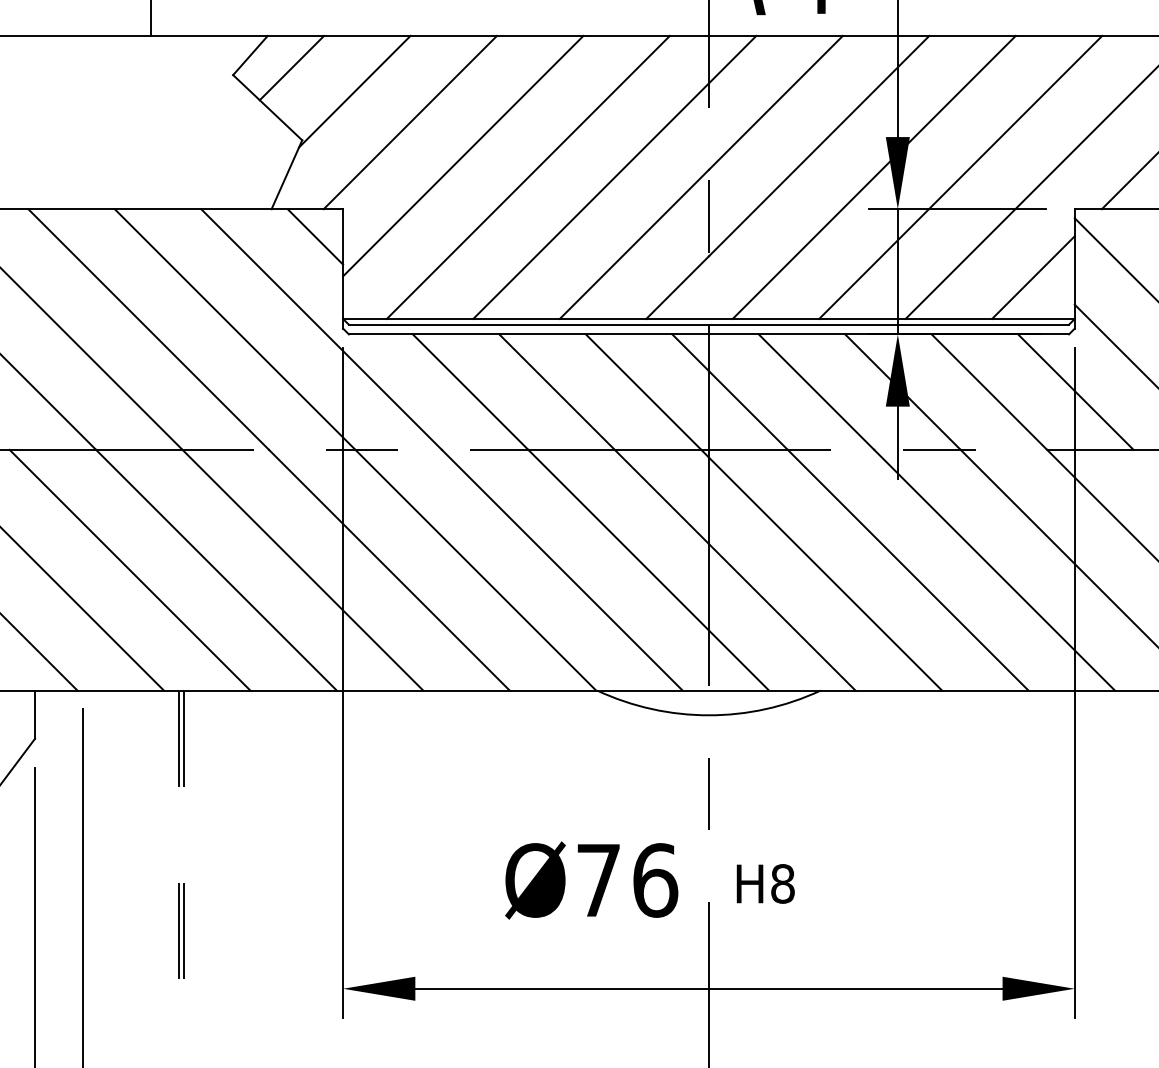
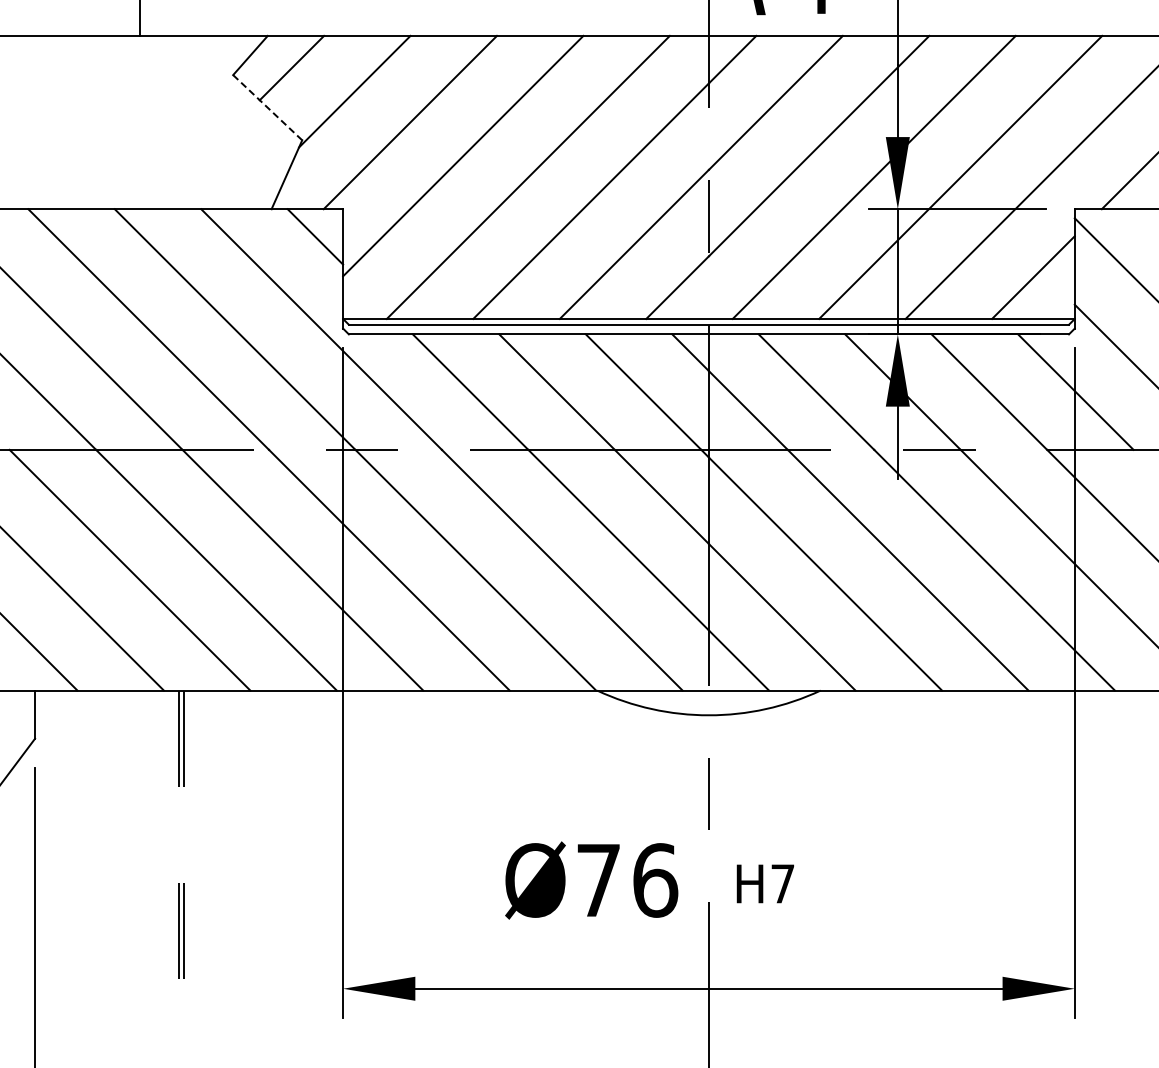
line at (150, 18) position: (150, 18) -> (139, 18)
line at (268, 108): solid -> dashed
text at (782, 883): H8 -> H7
line at (83, 885): present -> none
